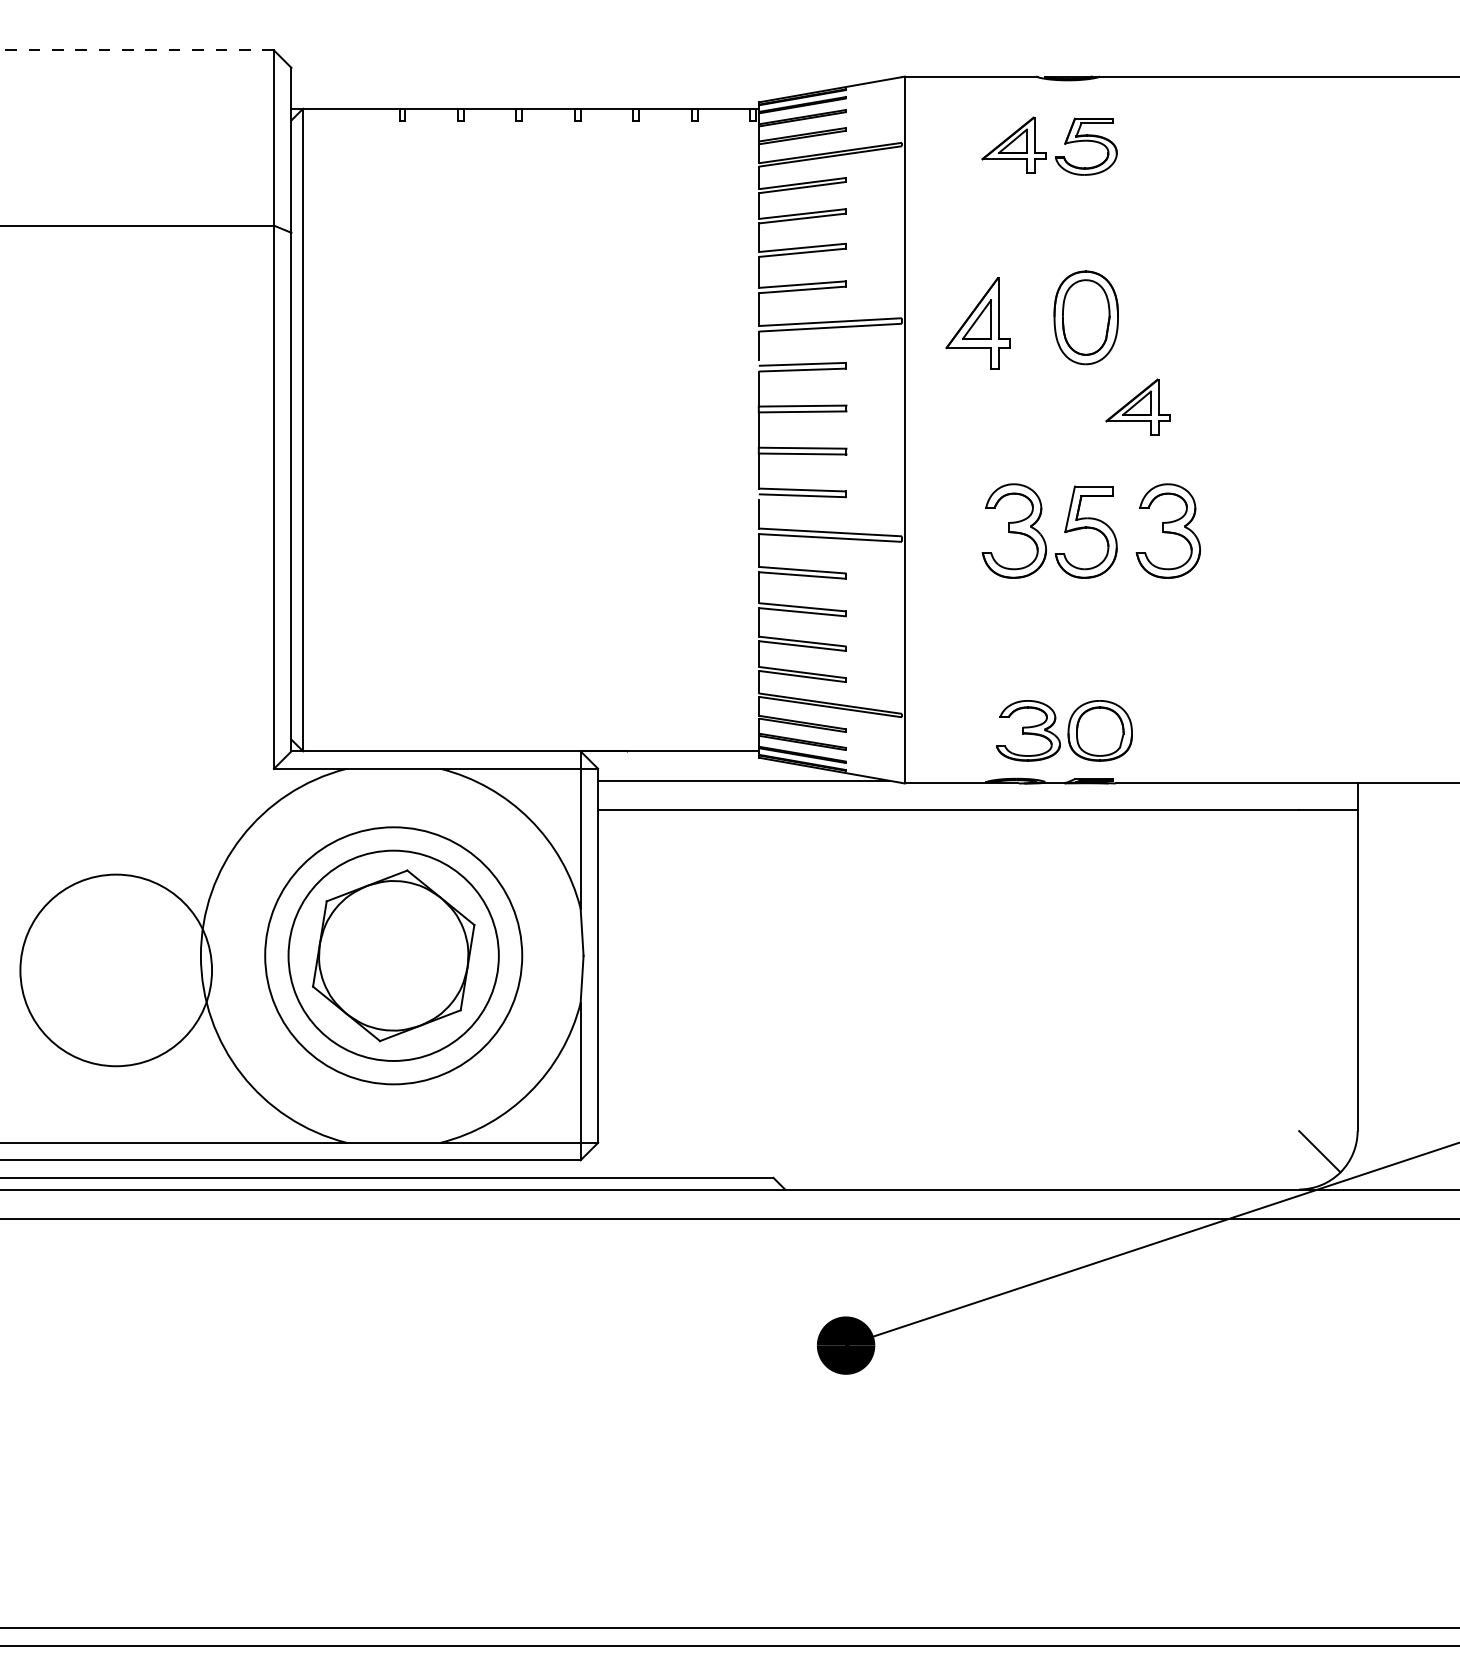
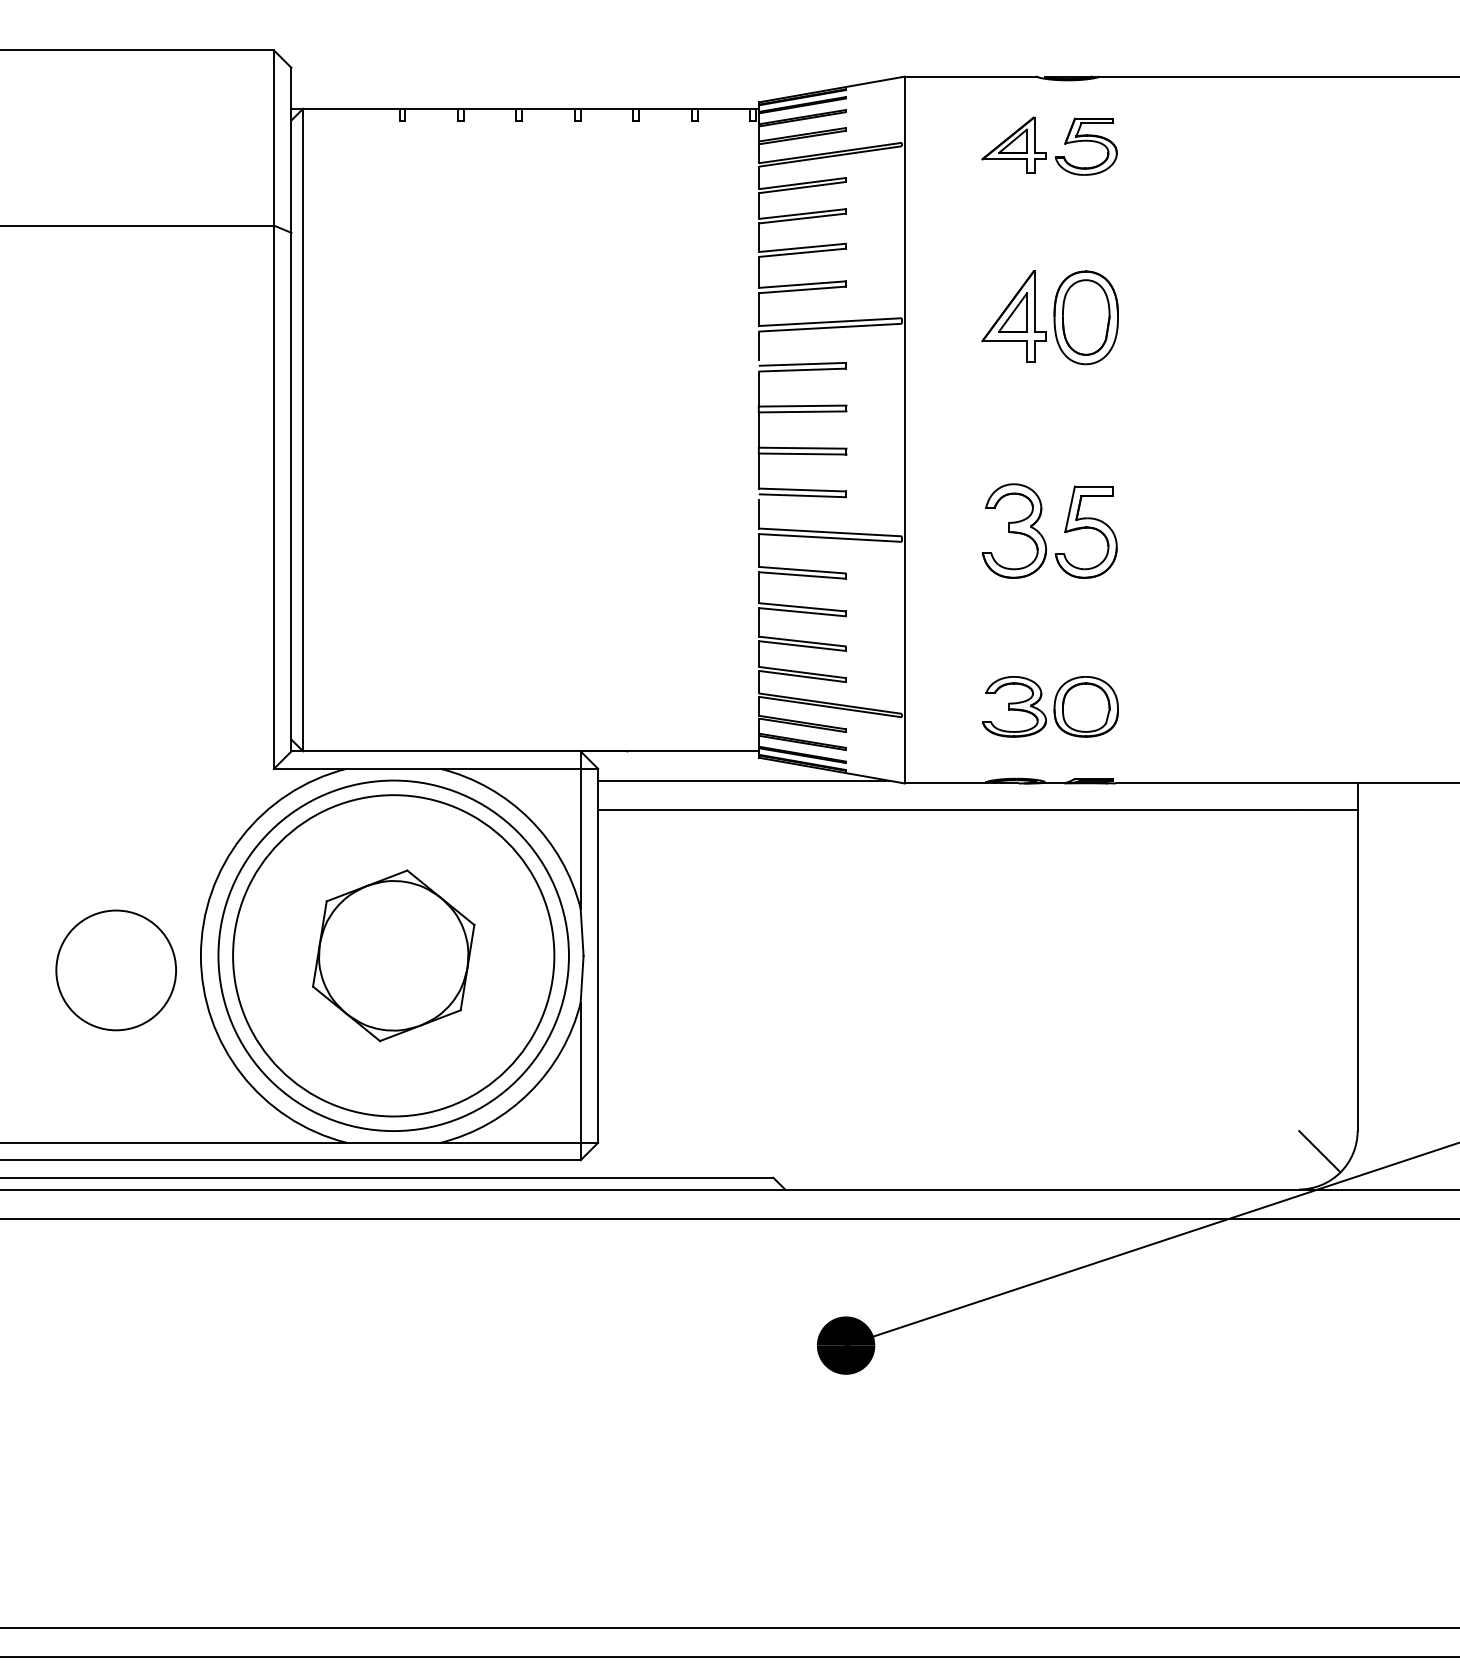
line at (137, 50): dashed -> solid
part at (977, 323) position: (977, 323) -> (1013, 316)
part at (1137, 406): present -> none
part at (1168, 530): present -> none
part at (1063, 730) position: (1063, 730) -> (1049, 706)
circle at (393, 955) diameter: 210 px -> 351 px
circle at (393, 955) diameter: 257 px -> 321 px
circle at (116, 970) diameter: 192 px -> 120 px
line at (729, 1645) position: (729, 1645) -> (729, 1656)
